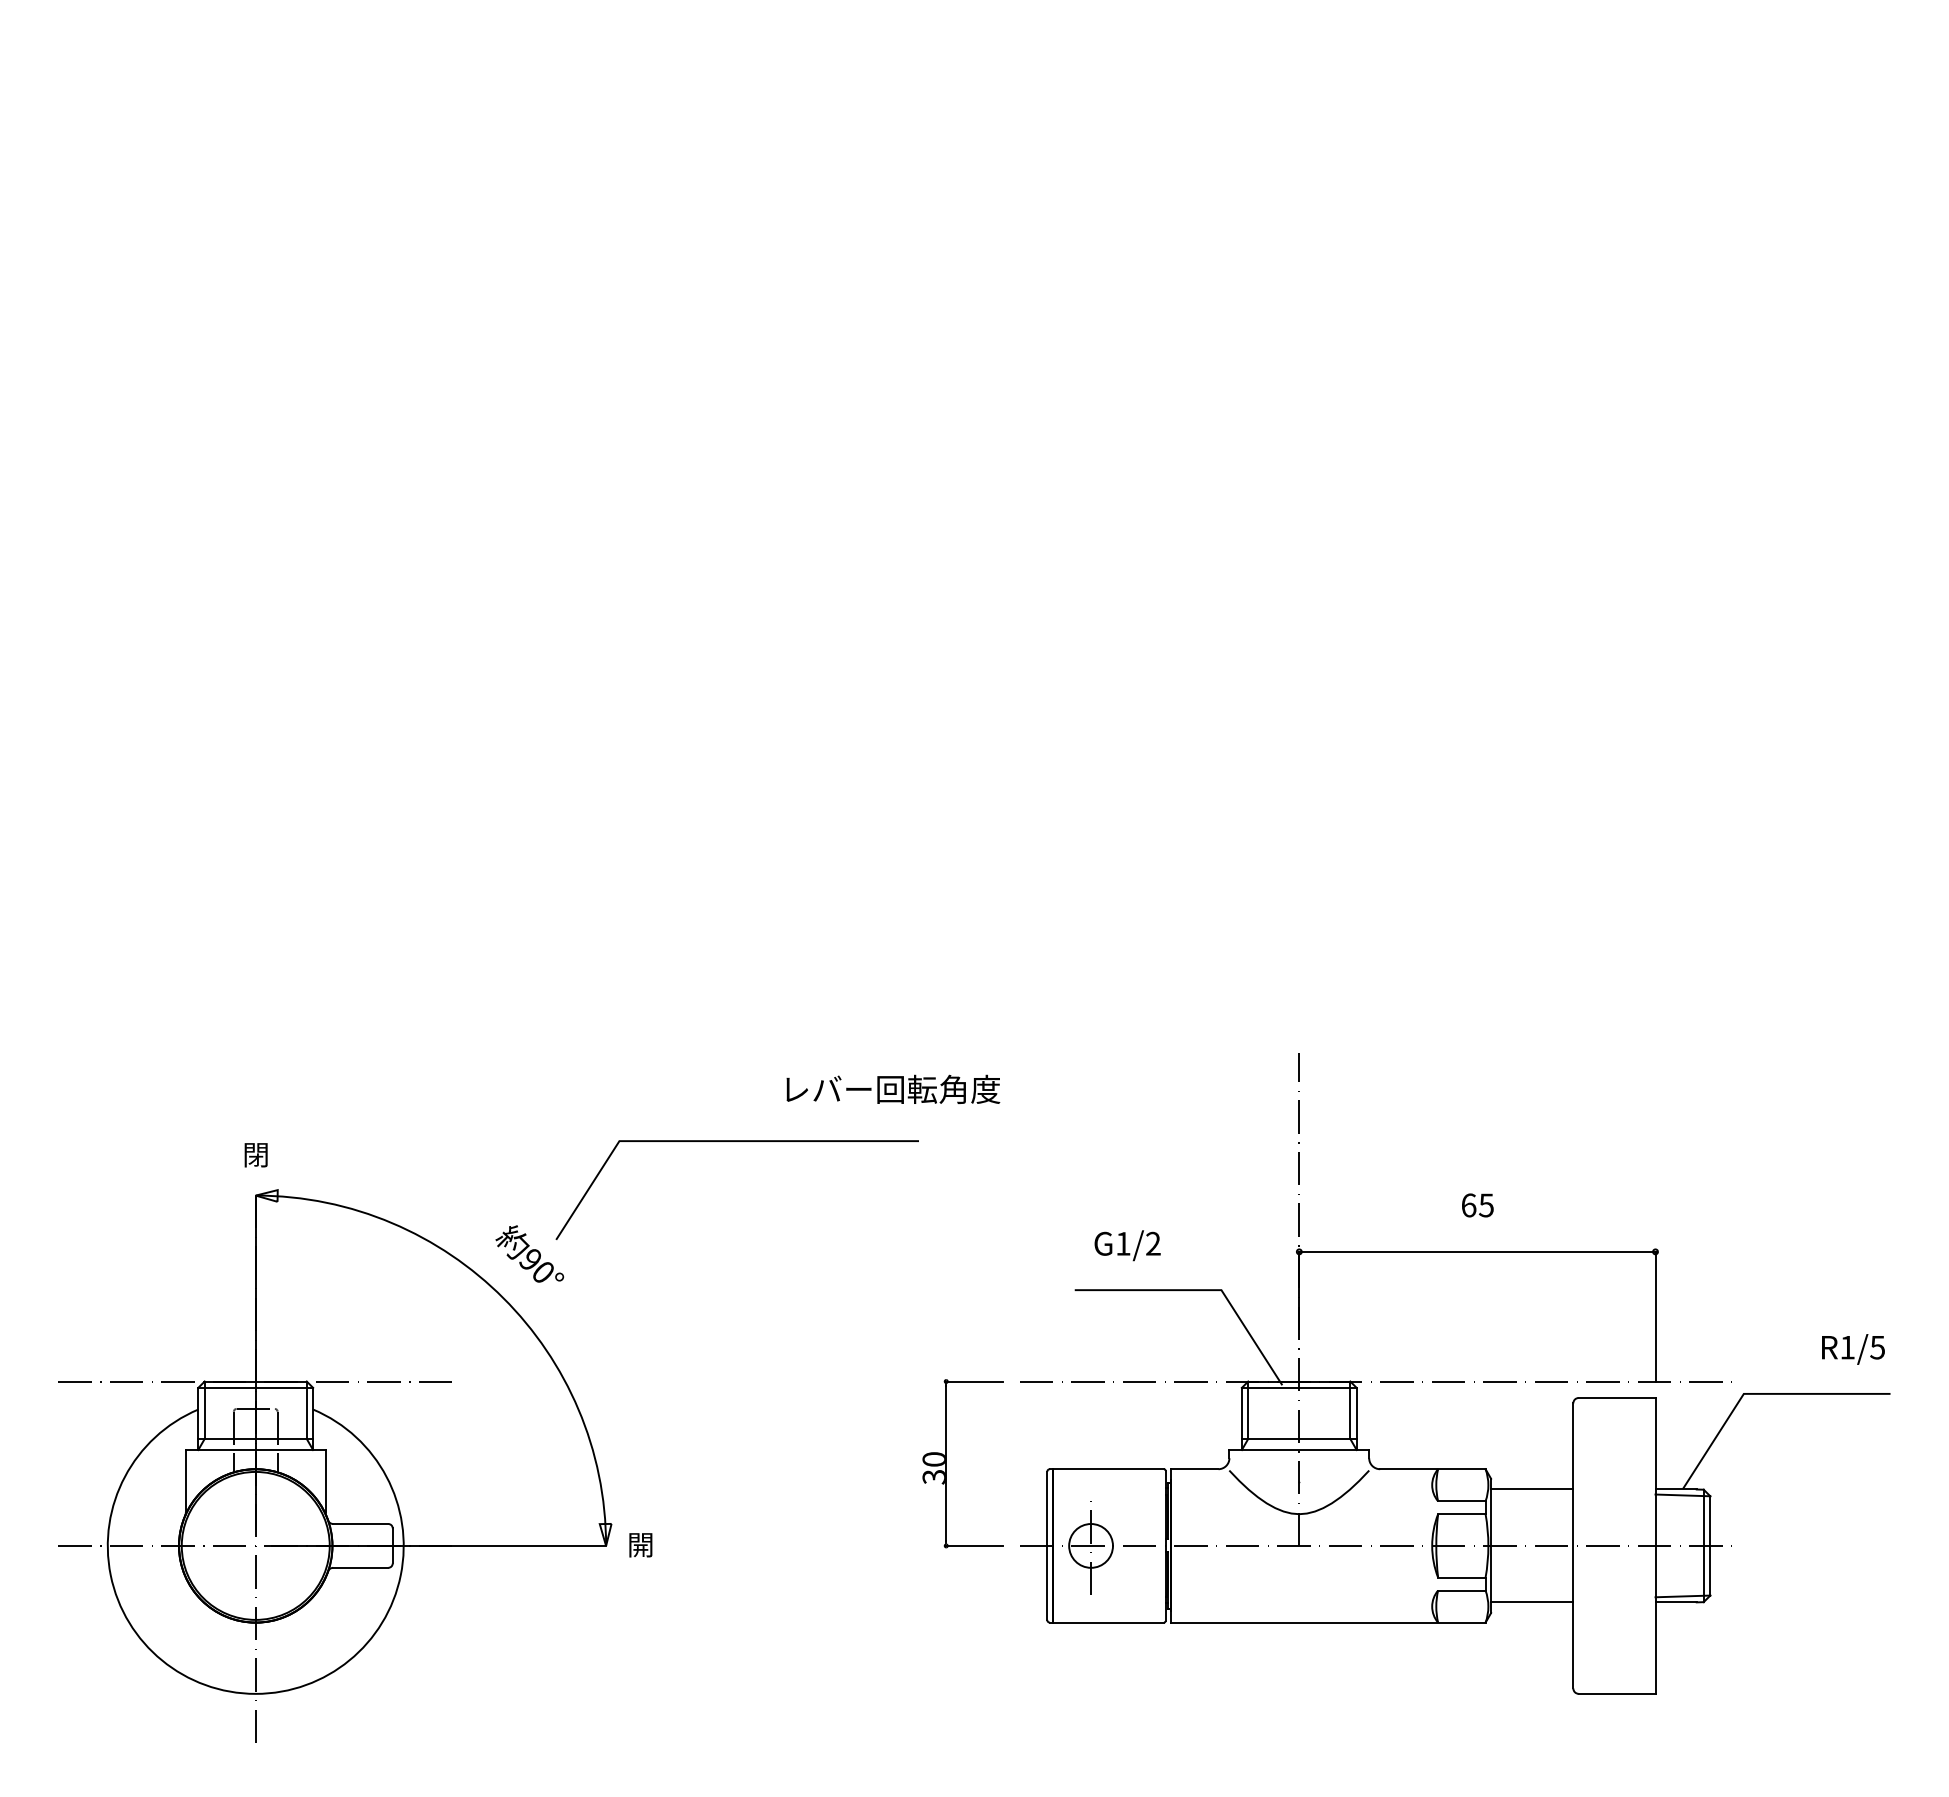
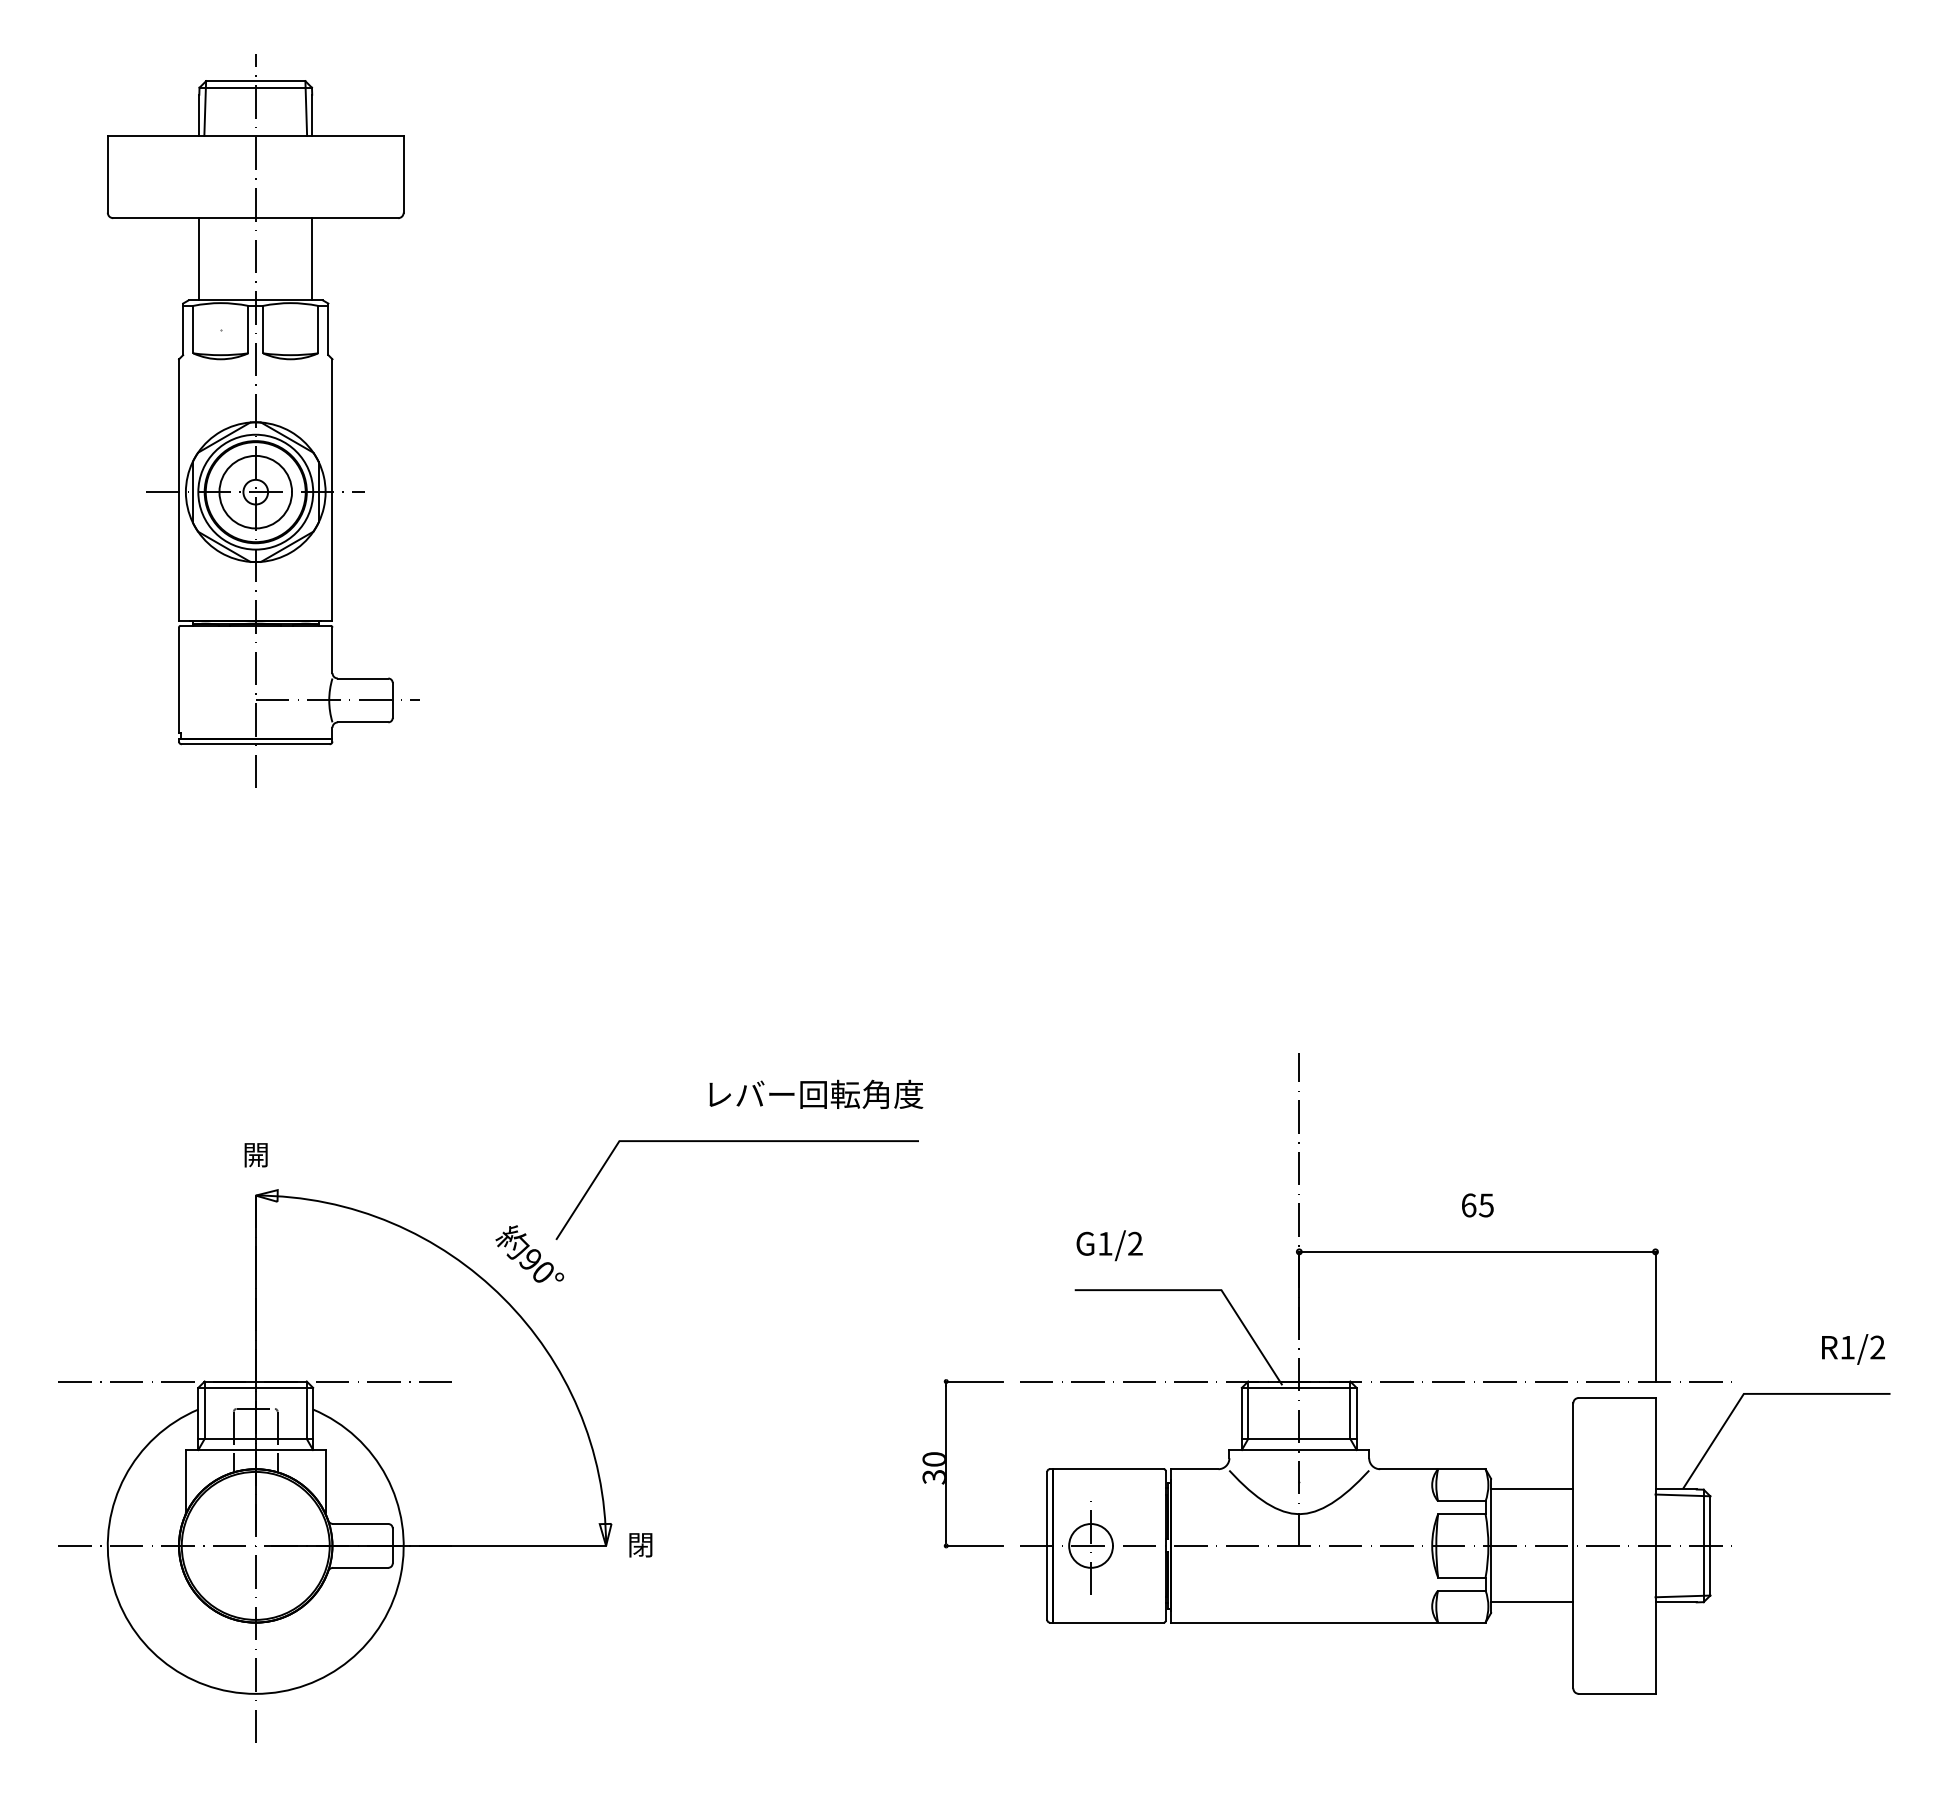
part at (263, 420): none -> present
text at (893, 1088) position: (893, 1088) -> (816, 1093)
text at (256, 1157): 閉 -> 開
text at (1127, 1245) position: (1127, 1245) -> (1109, 1245)
text at (1877, 1347): R1/5 -> R1/2
text at (640, 1547): 開 -> 閉
